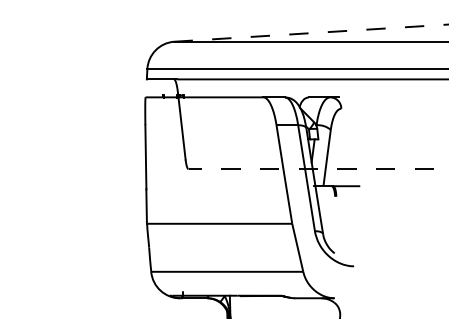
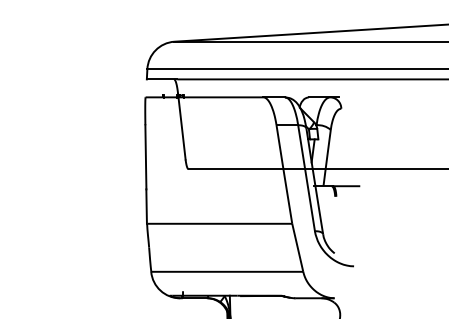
line at (310, 33): dashed -> solid
line at (318, 169): dashed -> solid
